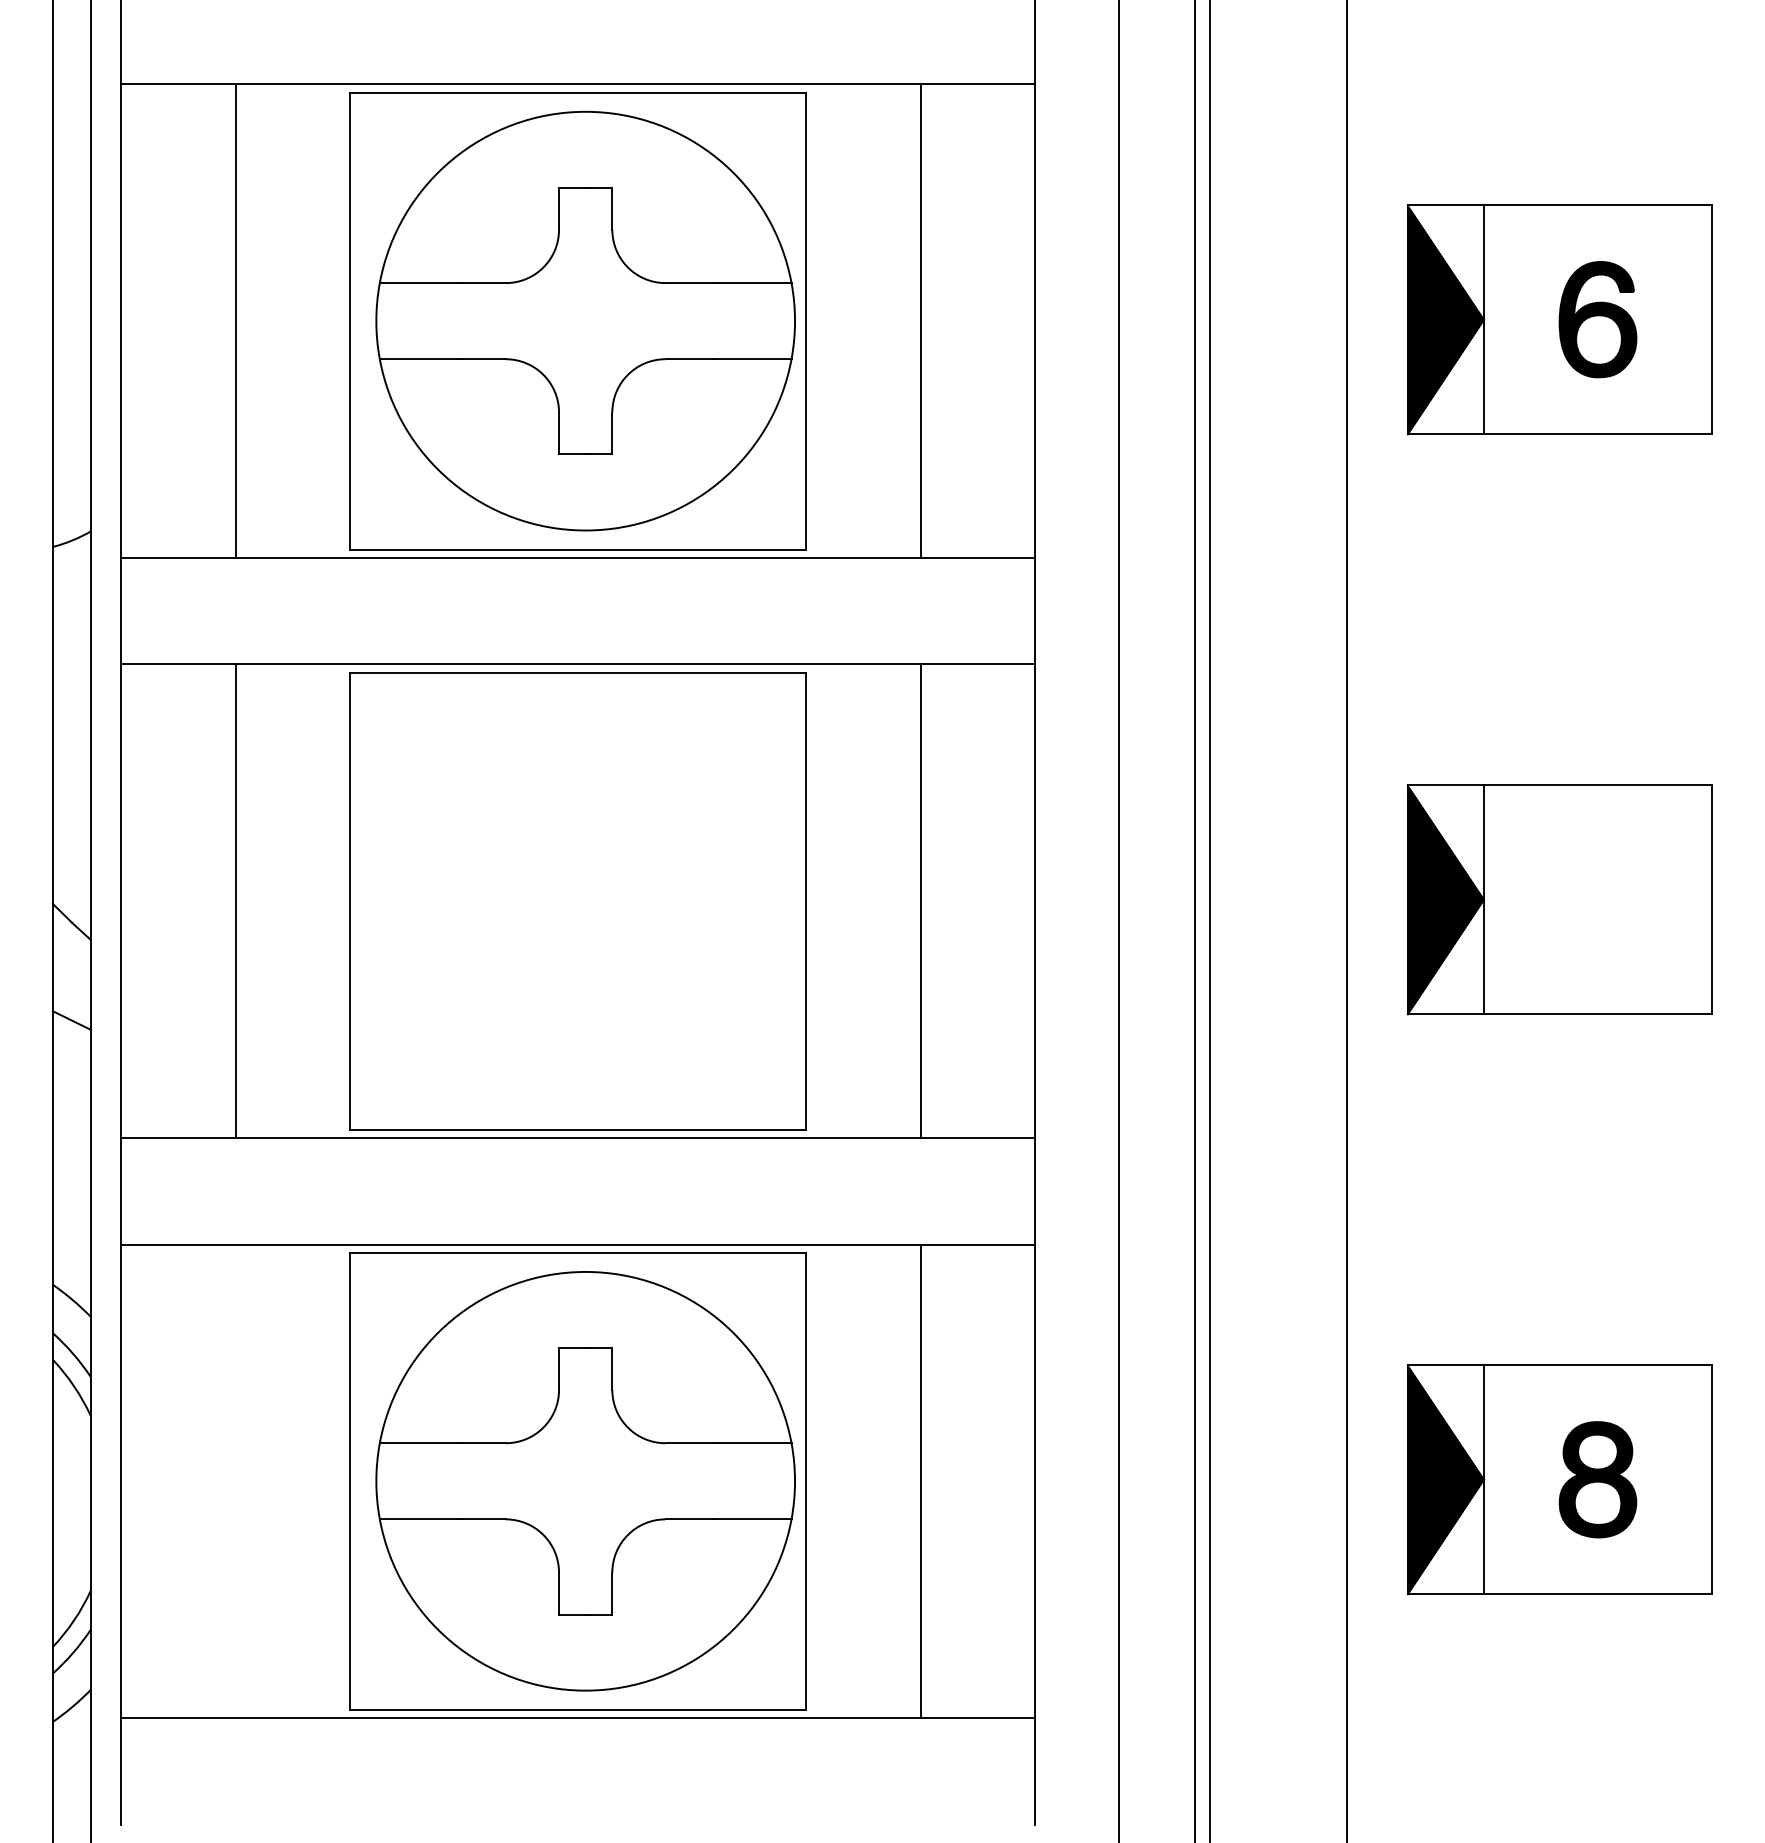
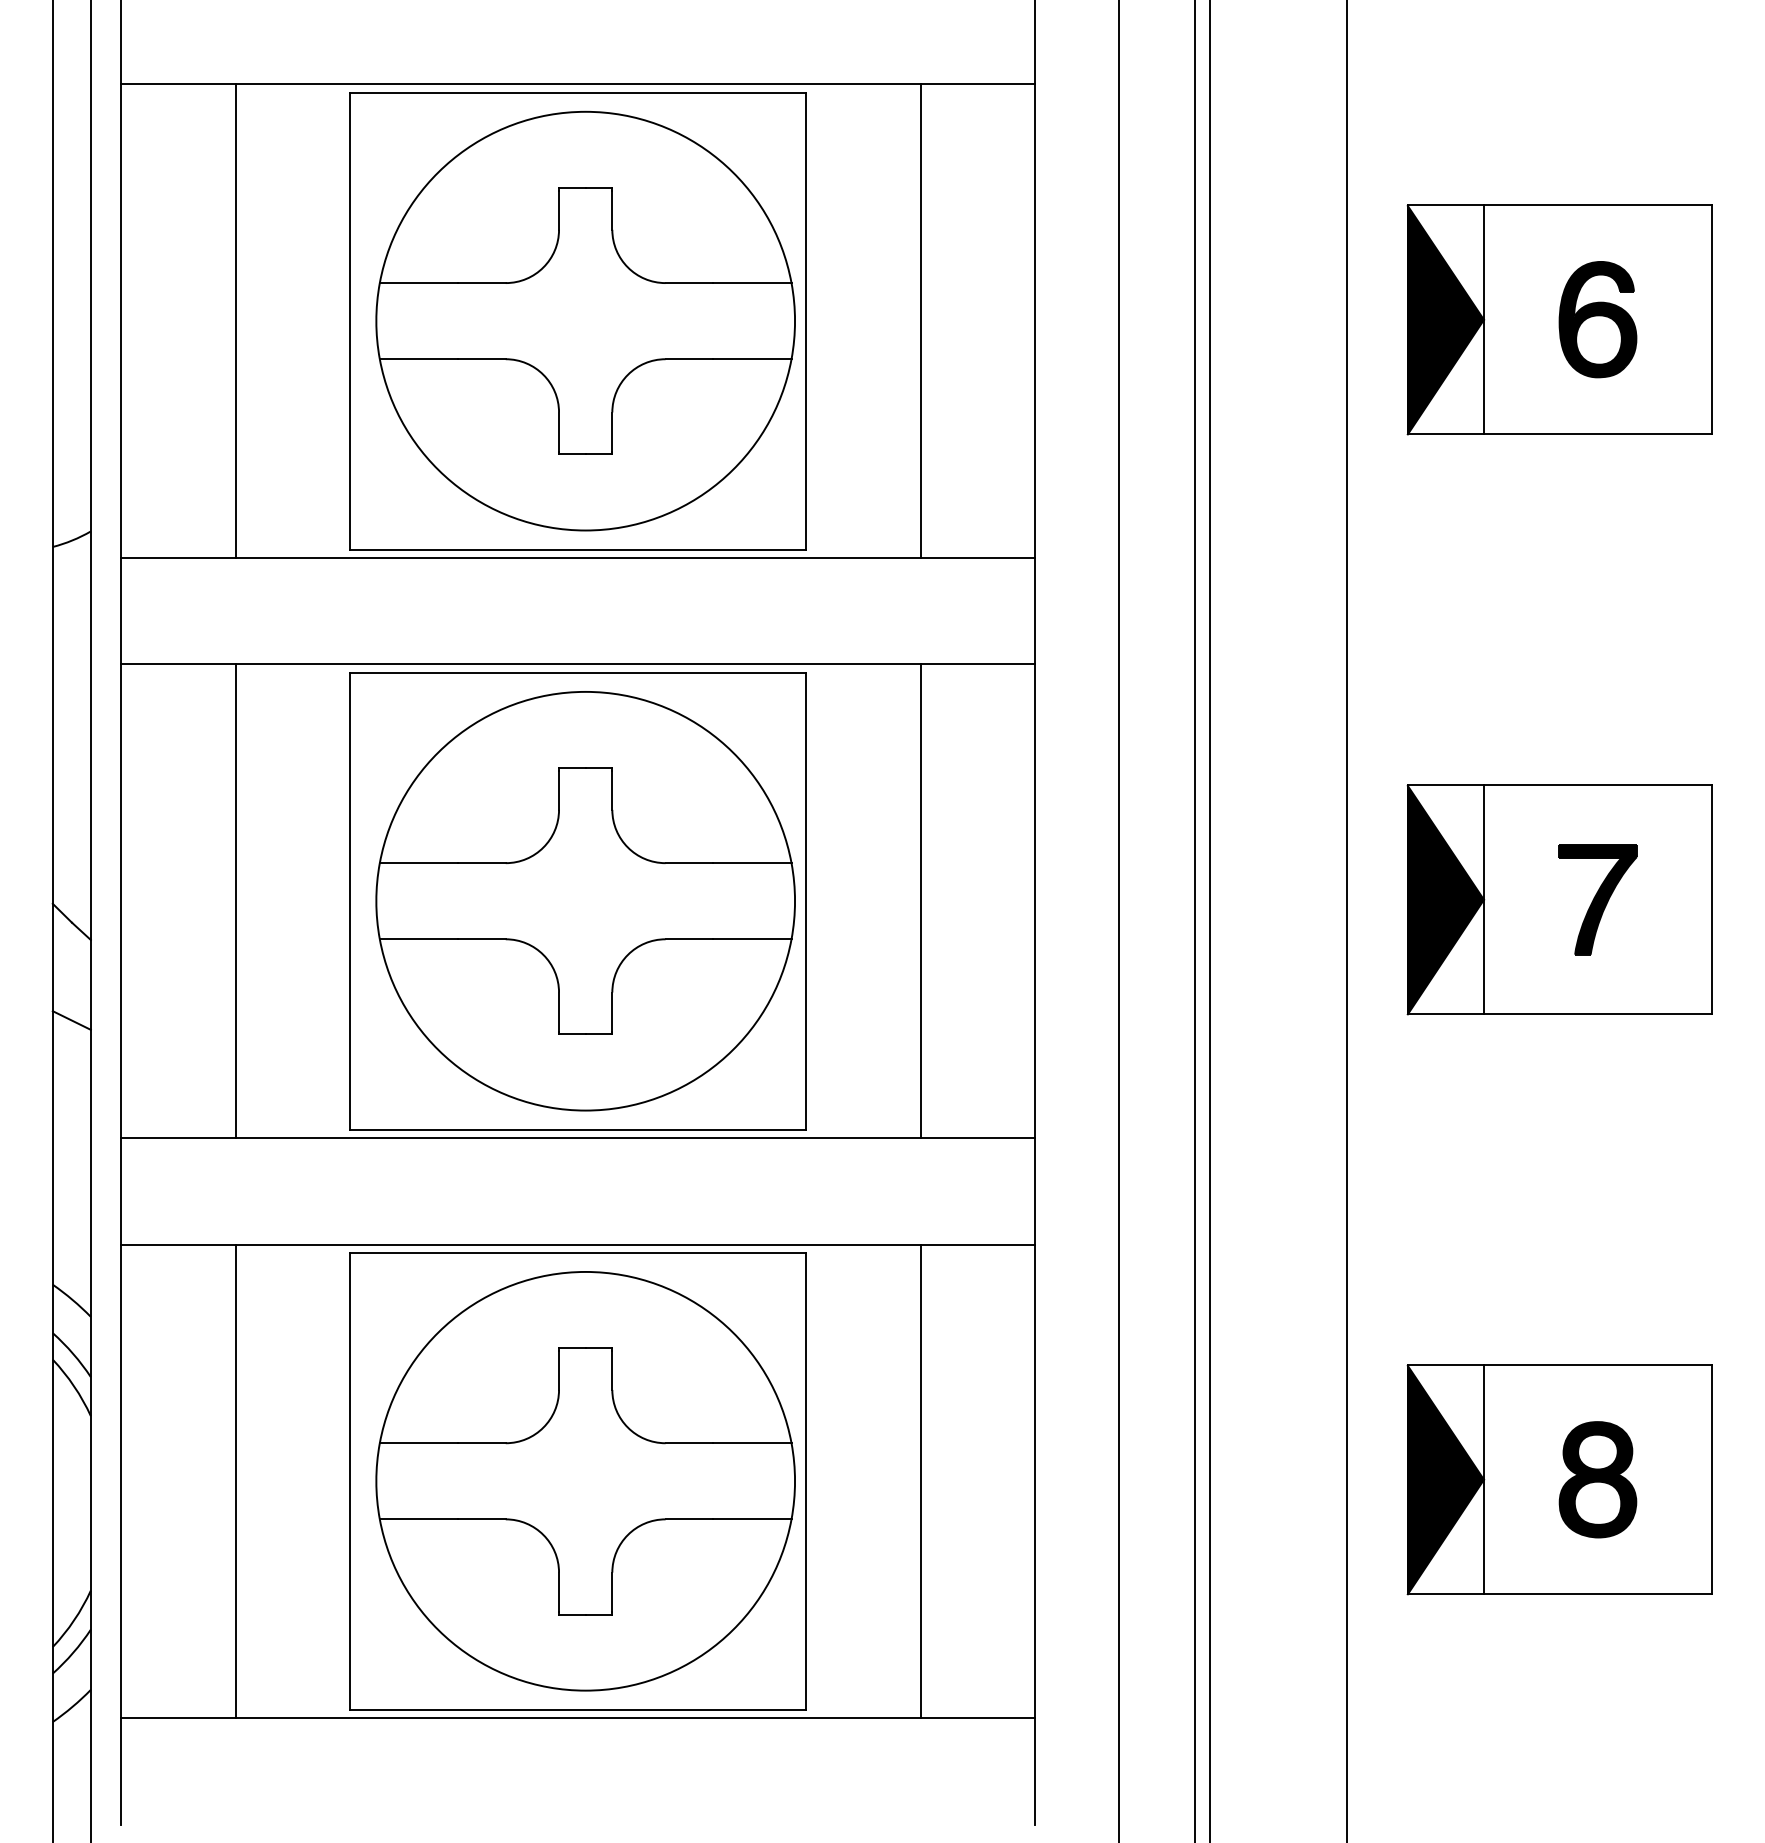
part at (1597, 899): none -> present
part at (585, 901): none -> present
line at (235, 1481): none -> present
